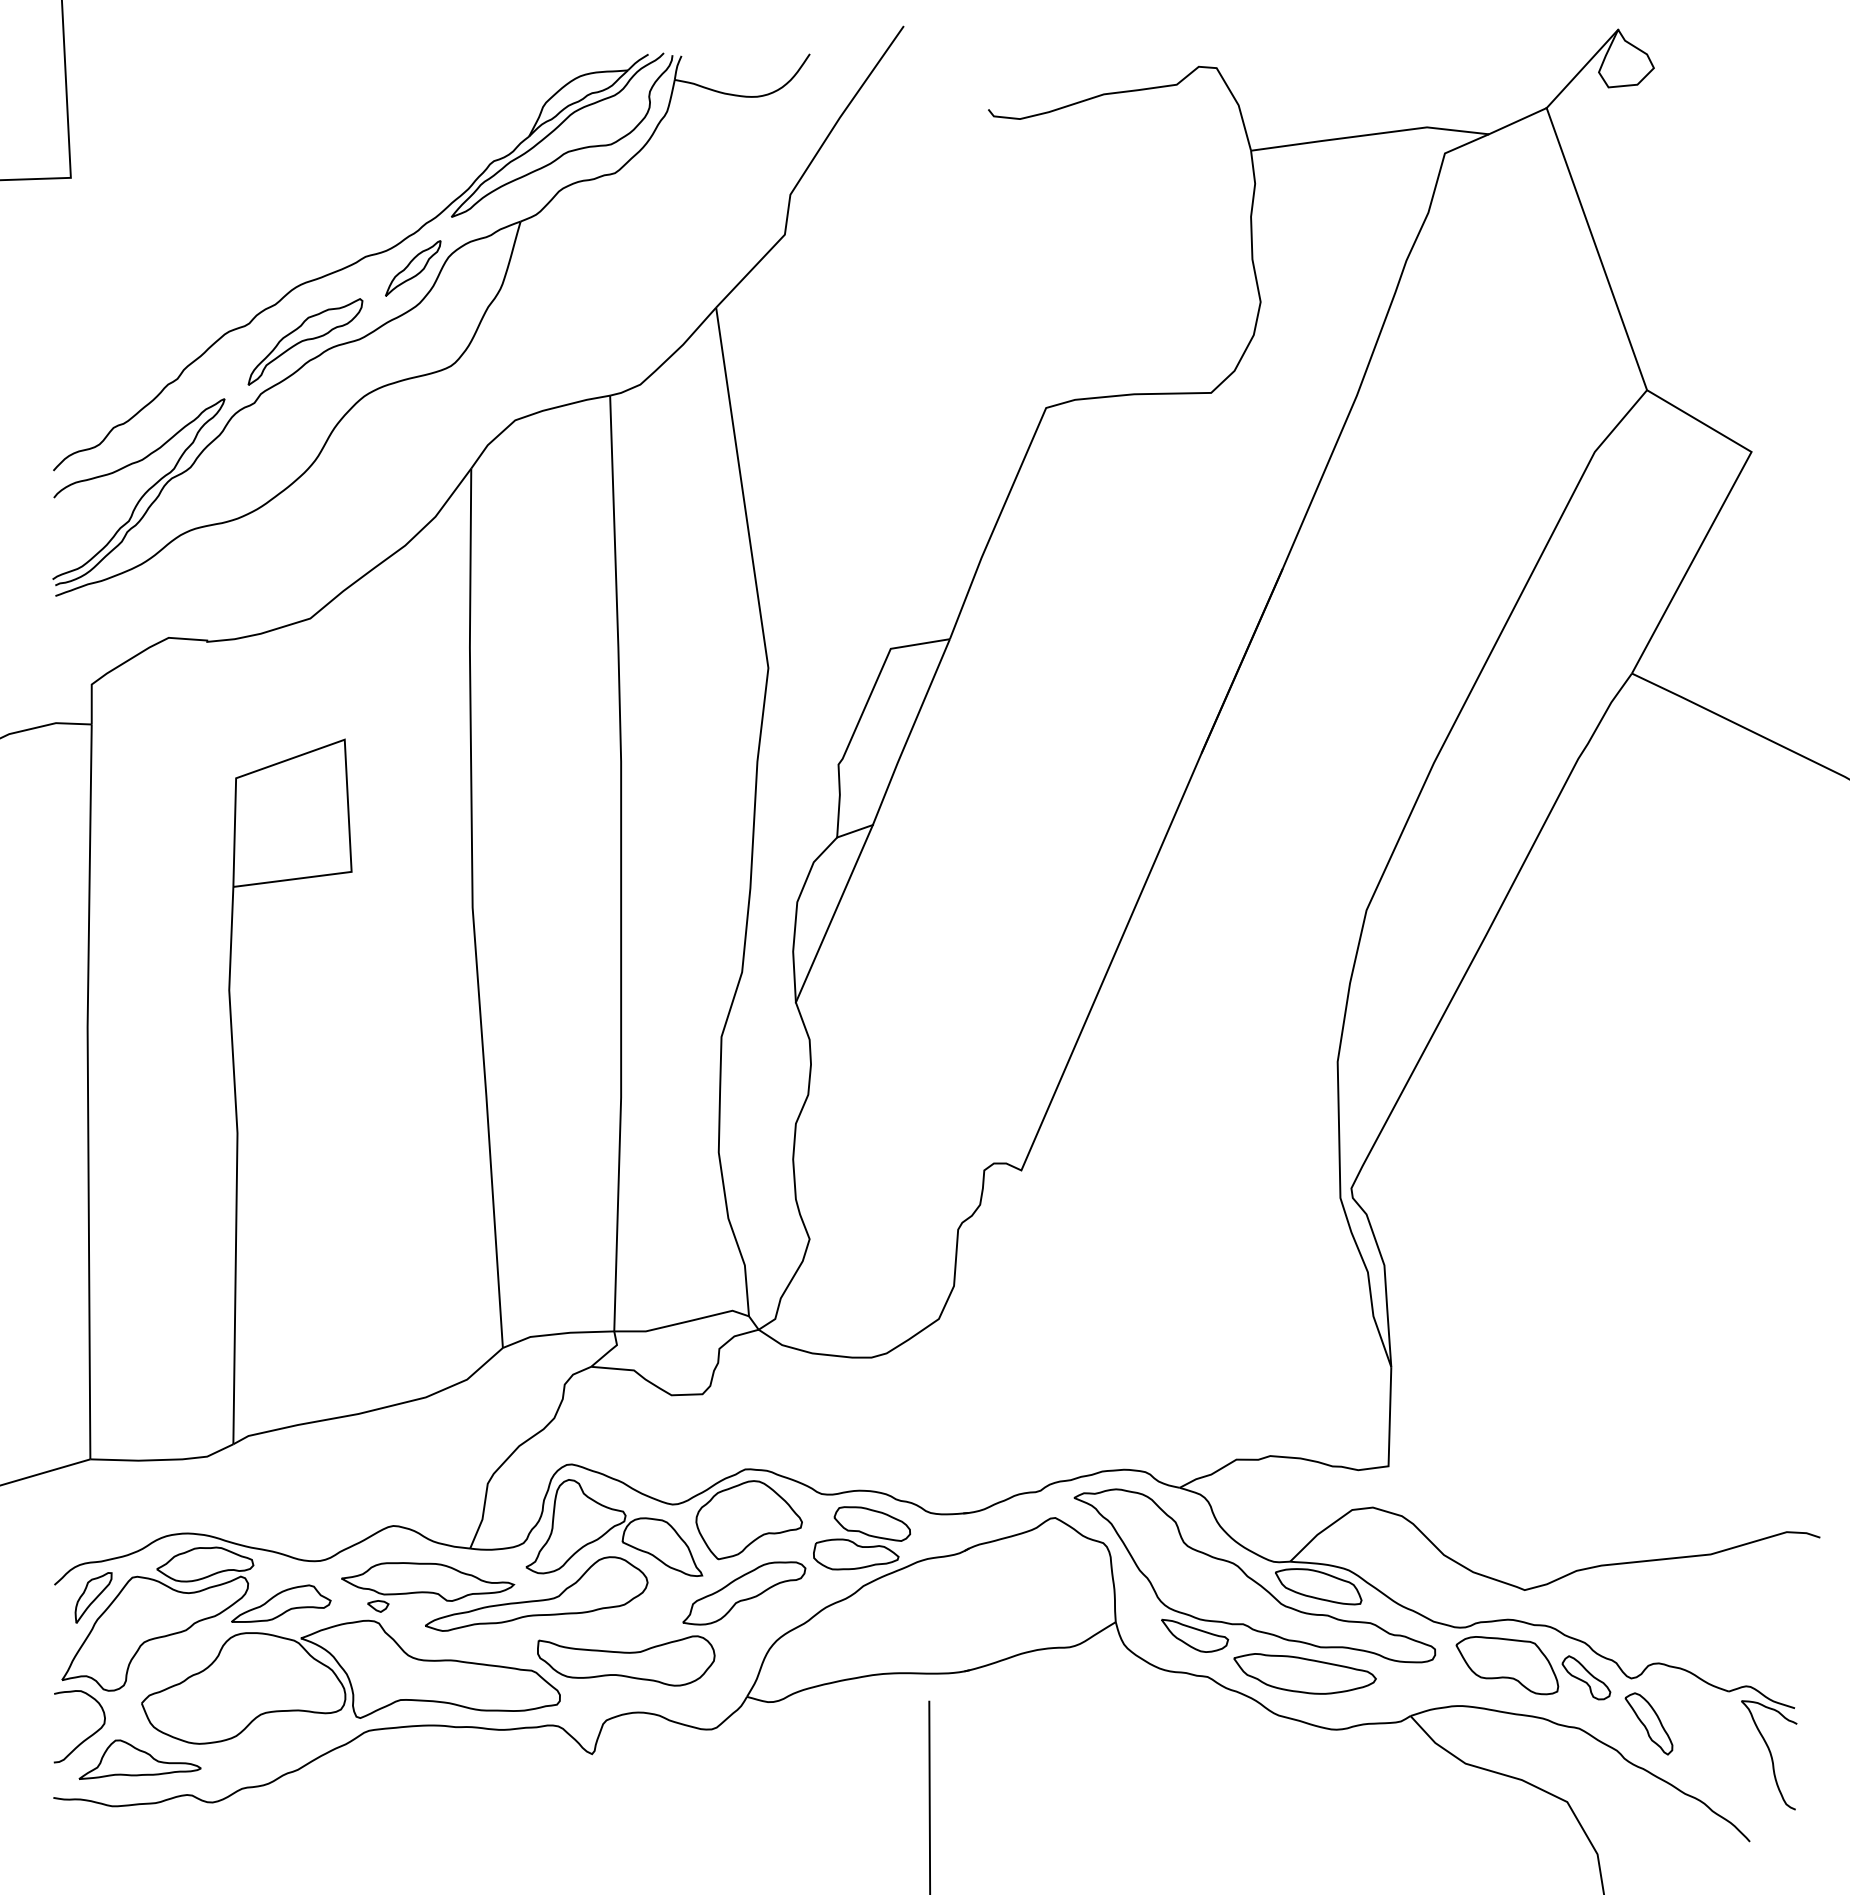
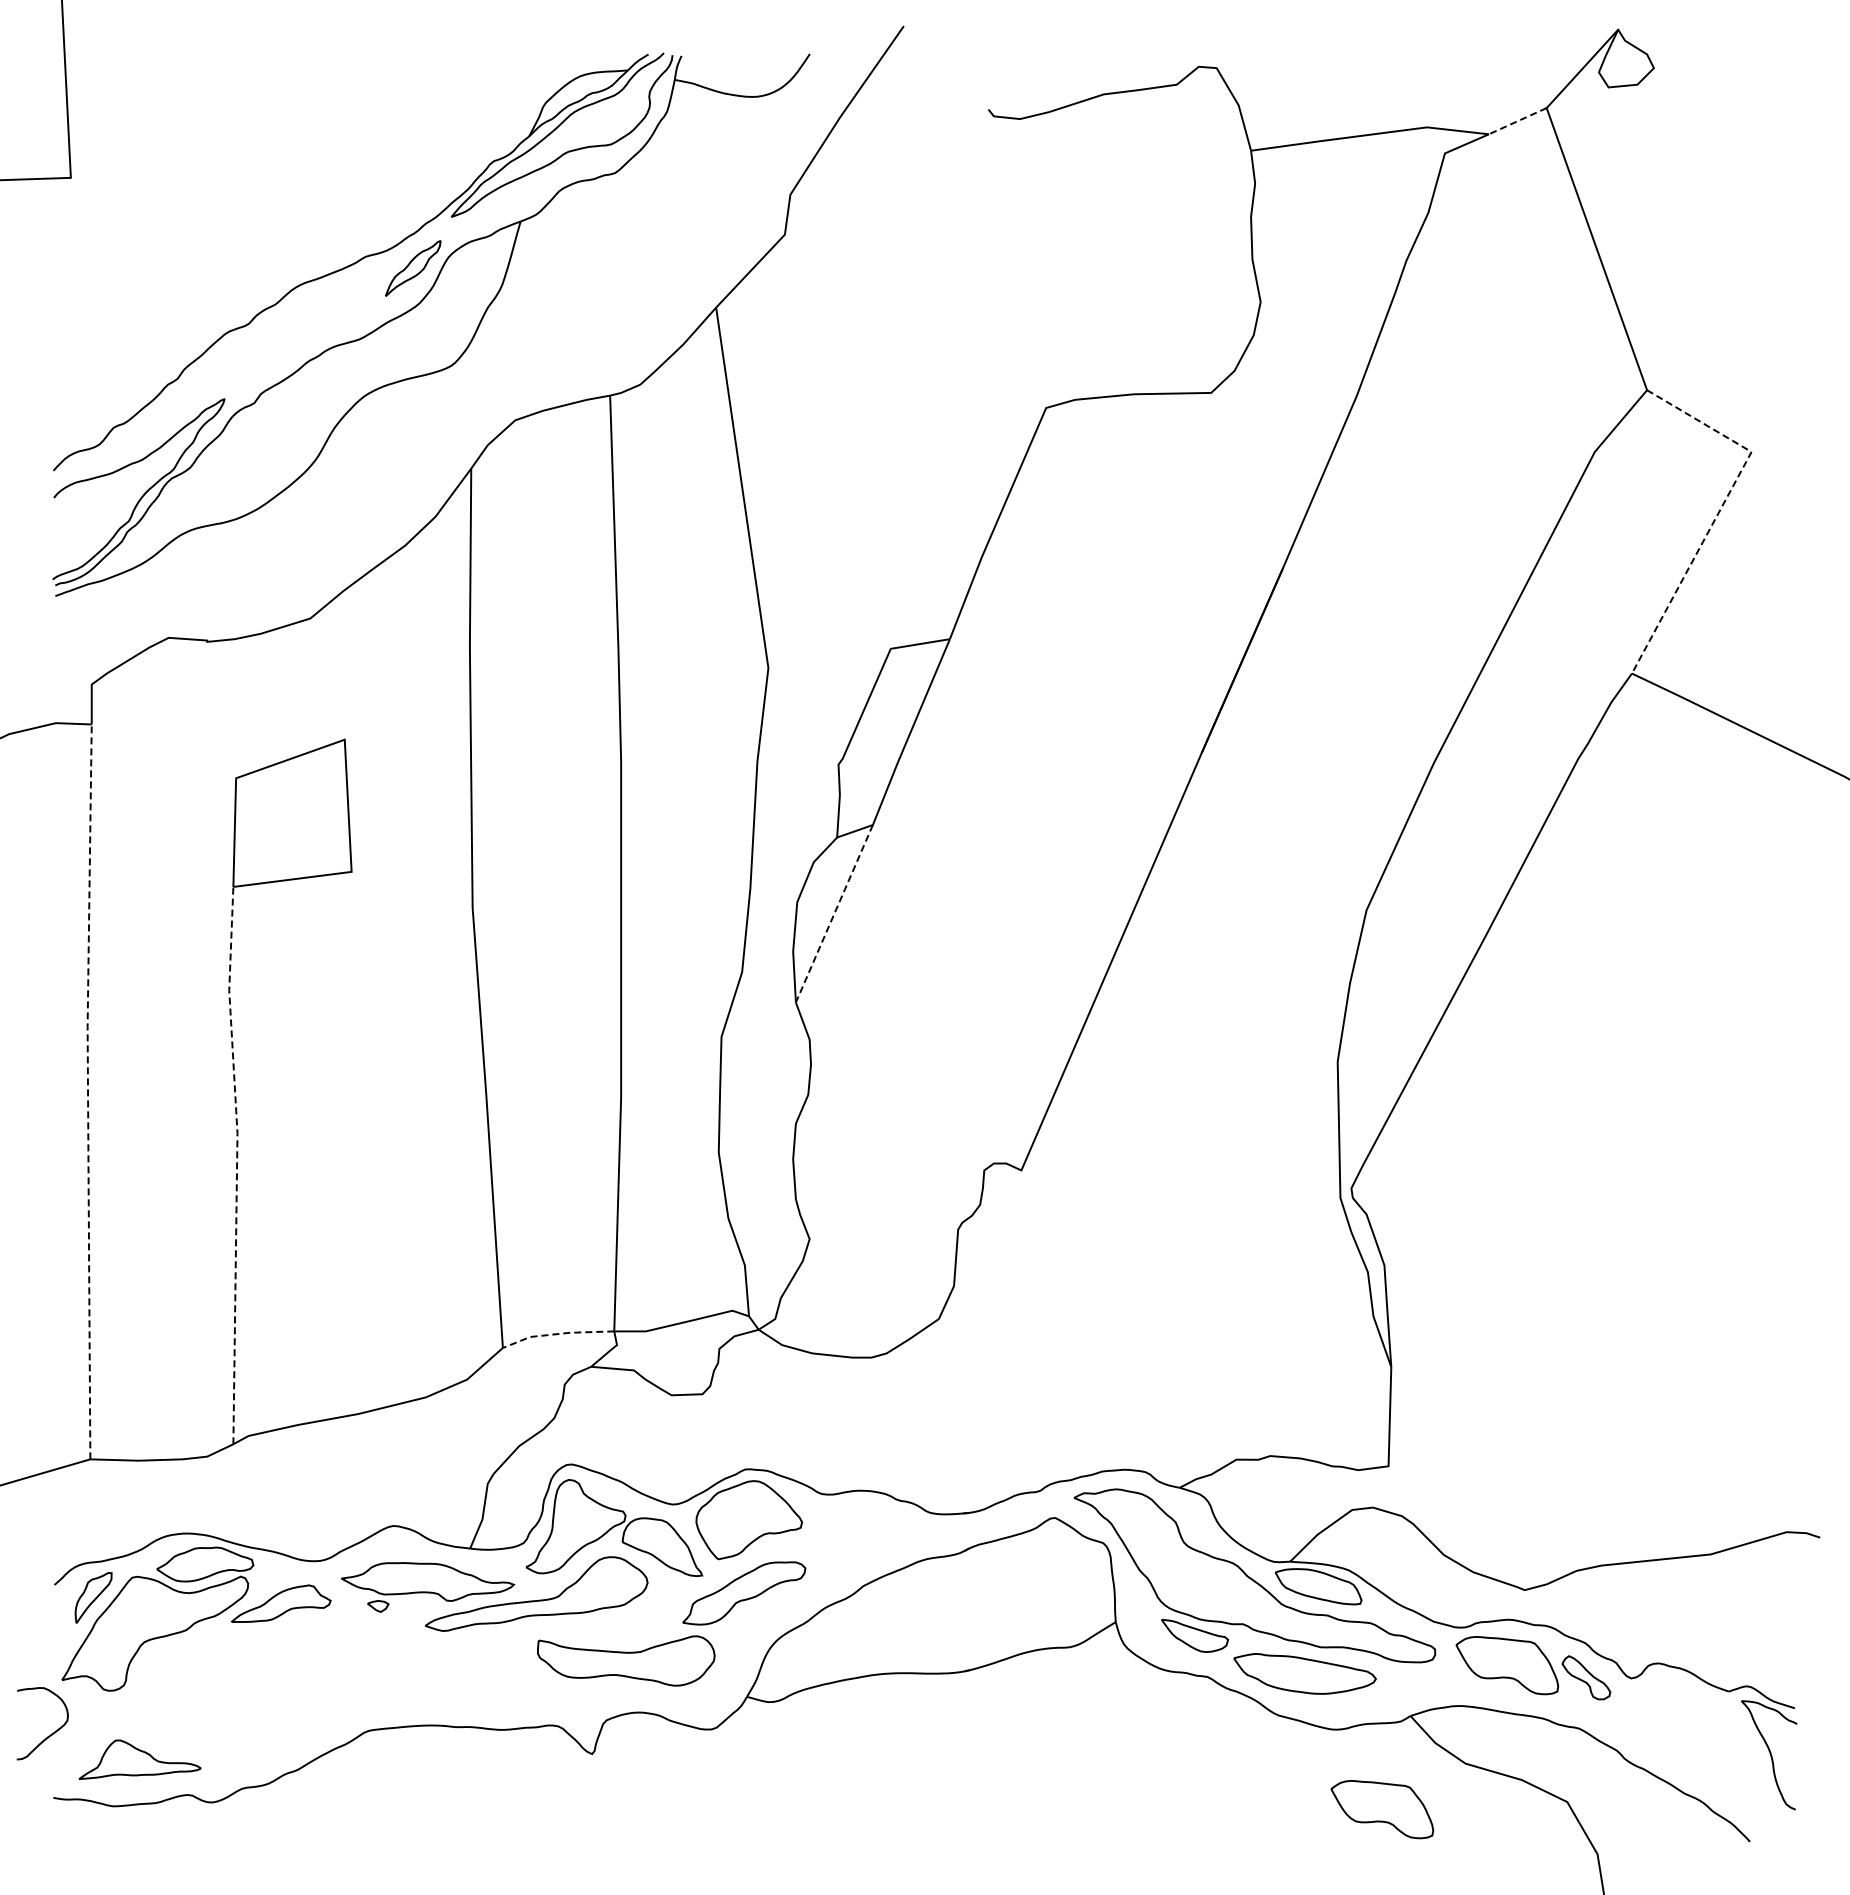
line at (1517, 121): solid -> dashed
part at (305, 341): present -> none
line at (1720, 509): solid -> dashed
line at (834, 913): solid -> dashed
line at (88, 1091): solid -> dashed
line at (237, 1164): solid -> dashed
line at (557, 1334): solid -> dashed
part at (861, 1538): present -> none
part at (350, 1681): present -> none
part at (1648, 1723): present -> none
curve at (85, 1738) position: (85, 1738) -> (48, 1735)
line at (929, 1796): present -> none
part at (1382, 1809): none -> present
